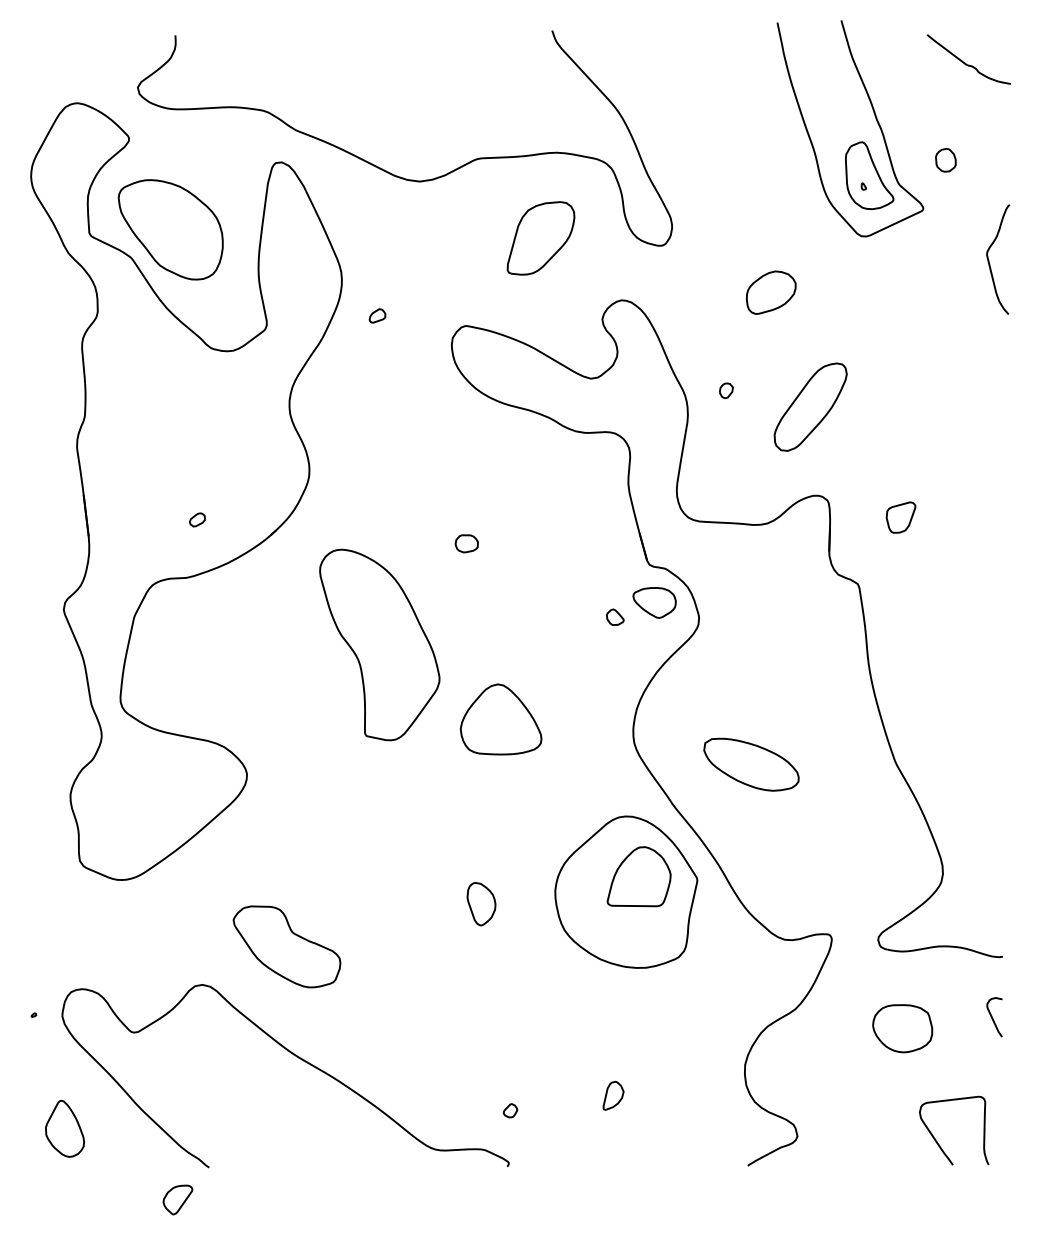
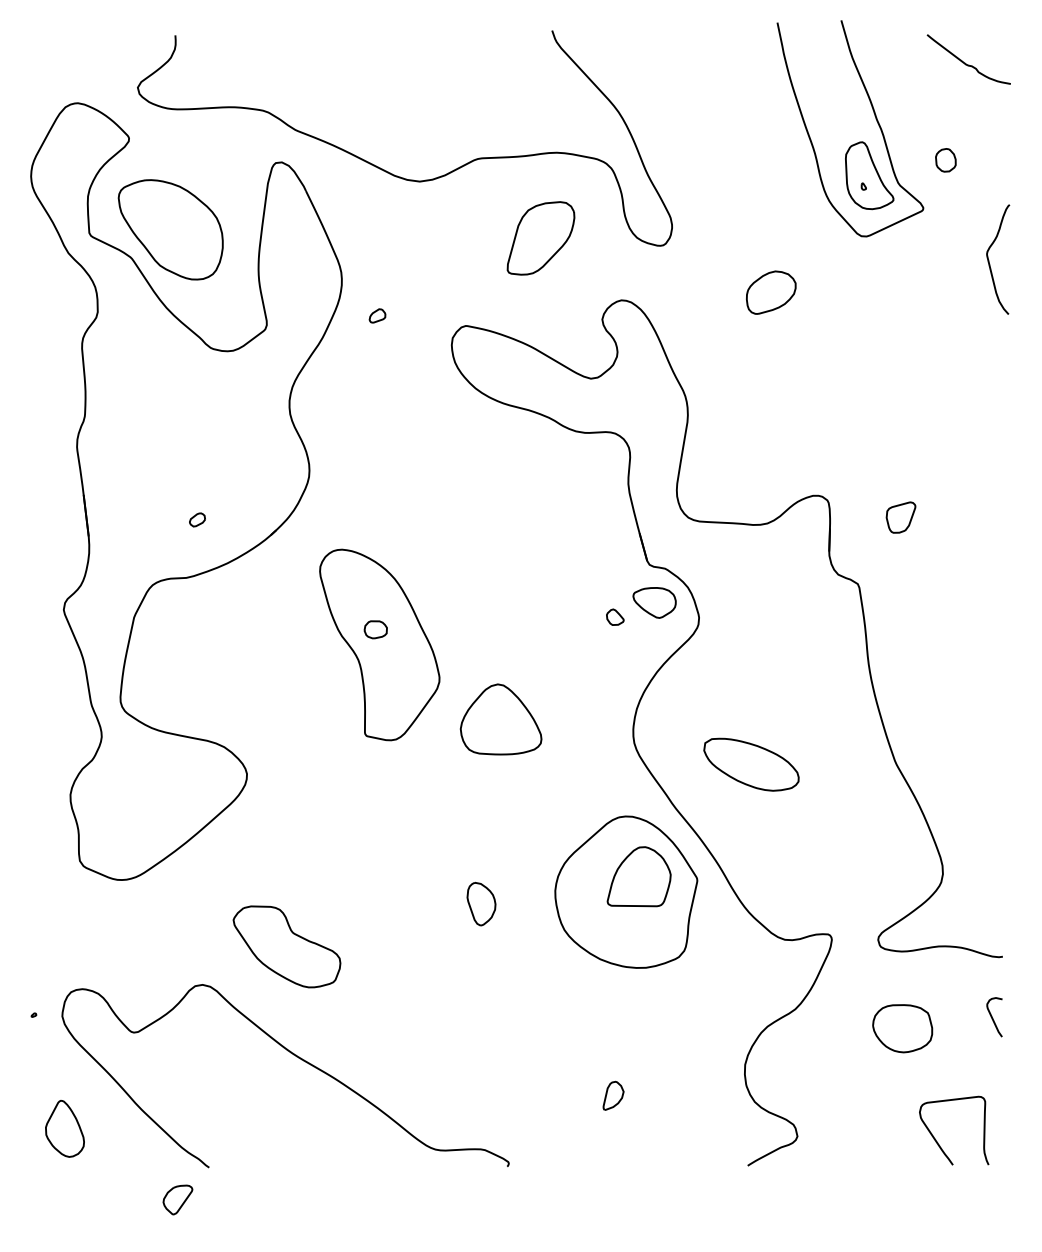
part at (726, 390): present -> none
part at (810, 406): present -> none
part at (466, 543) position: (466, 543) -> (375, 629)
part at (510, 1110): present -> none
